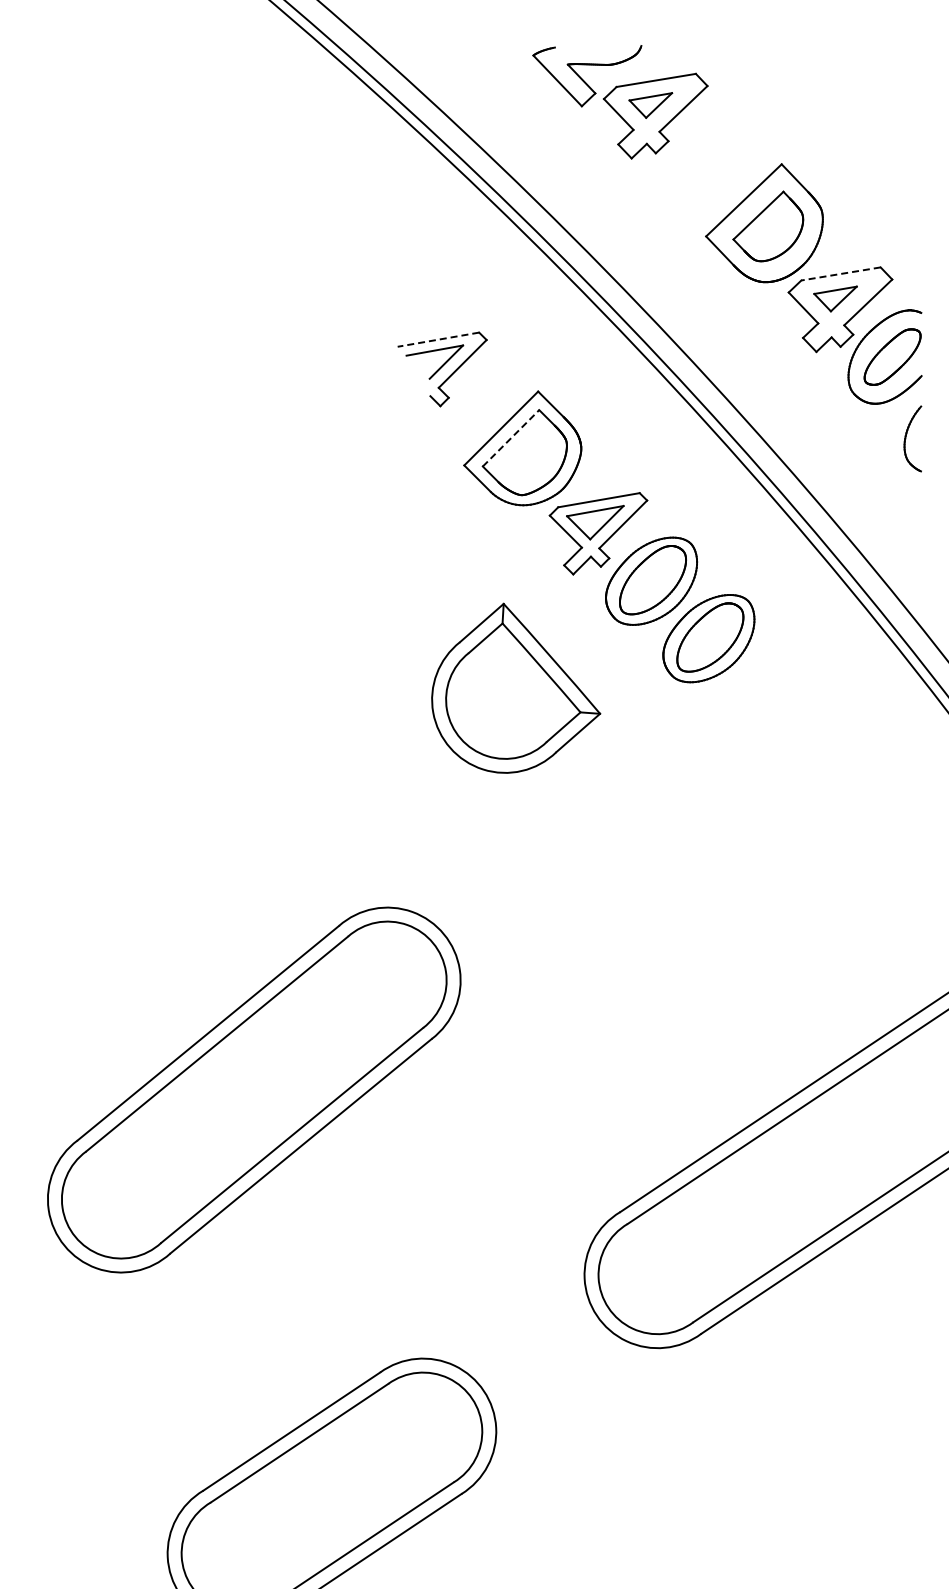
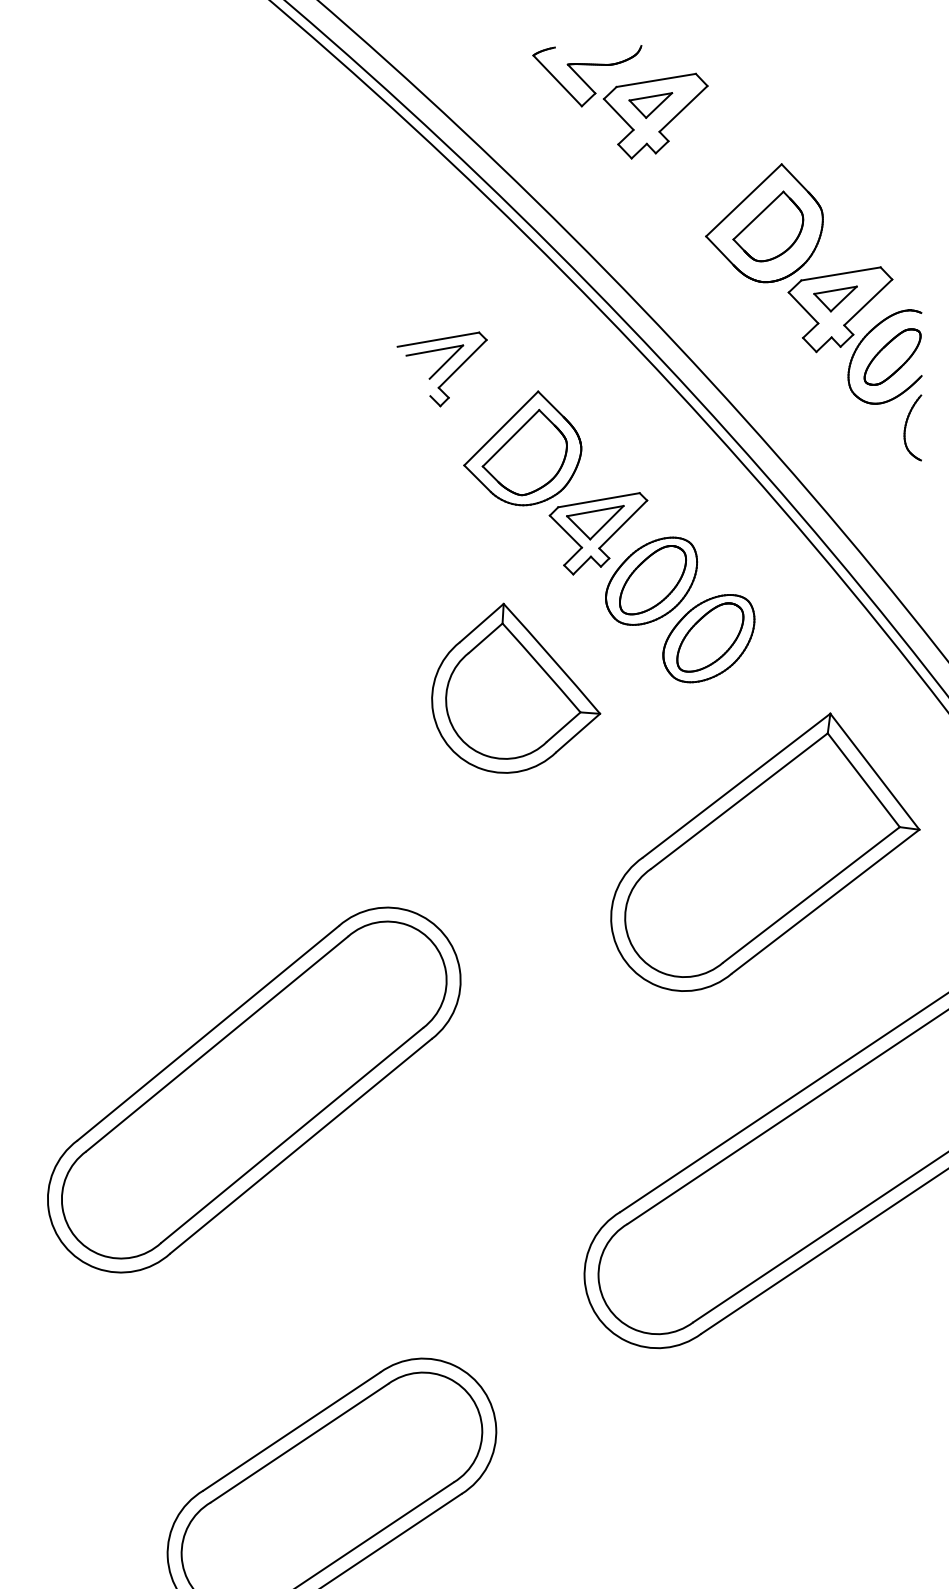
line at (840, 274): dashed -> solid
line at (437, 339): dashed -> solid
line at (511, 438): dashed -> solid
part at (912, 438) position: (912, 438) -> (912, 427)
part at (765, 851): none -> present
